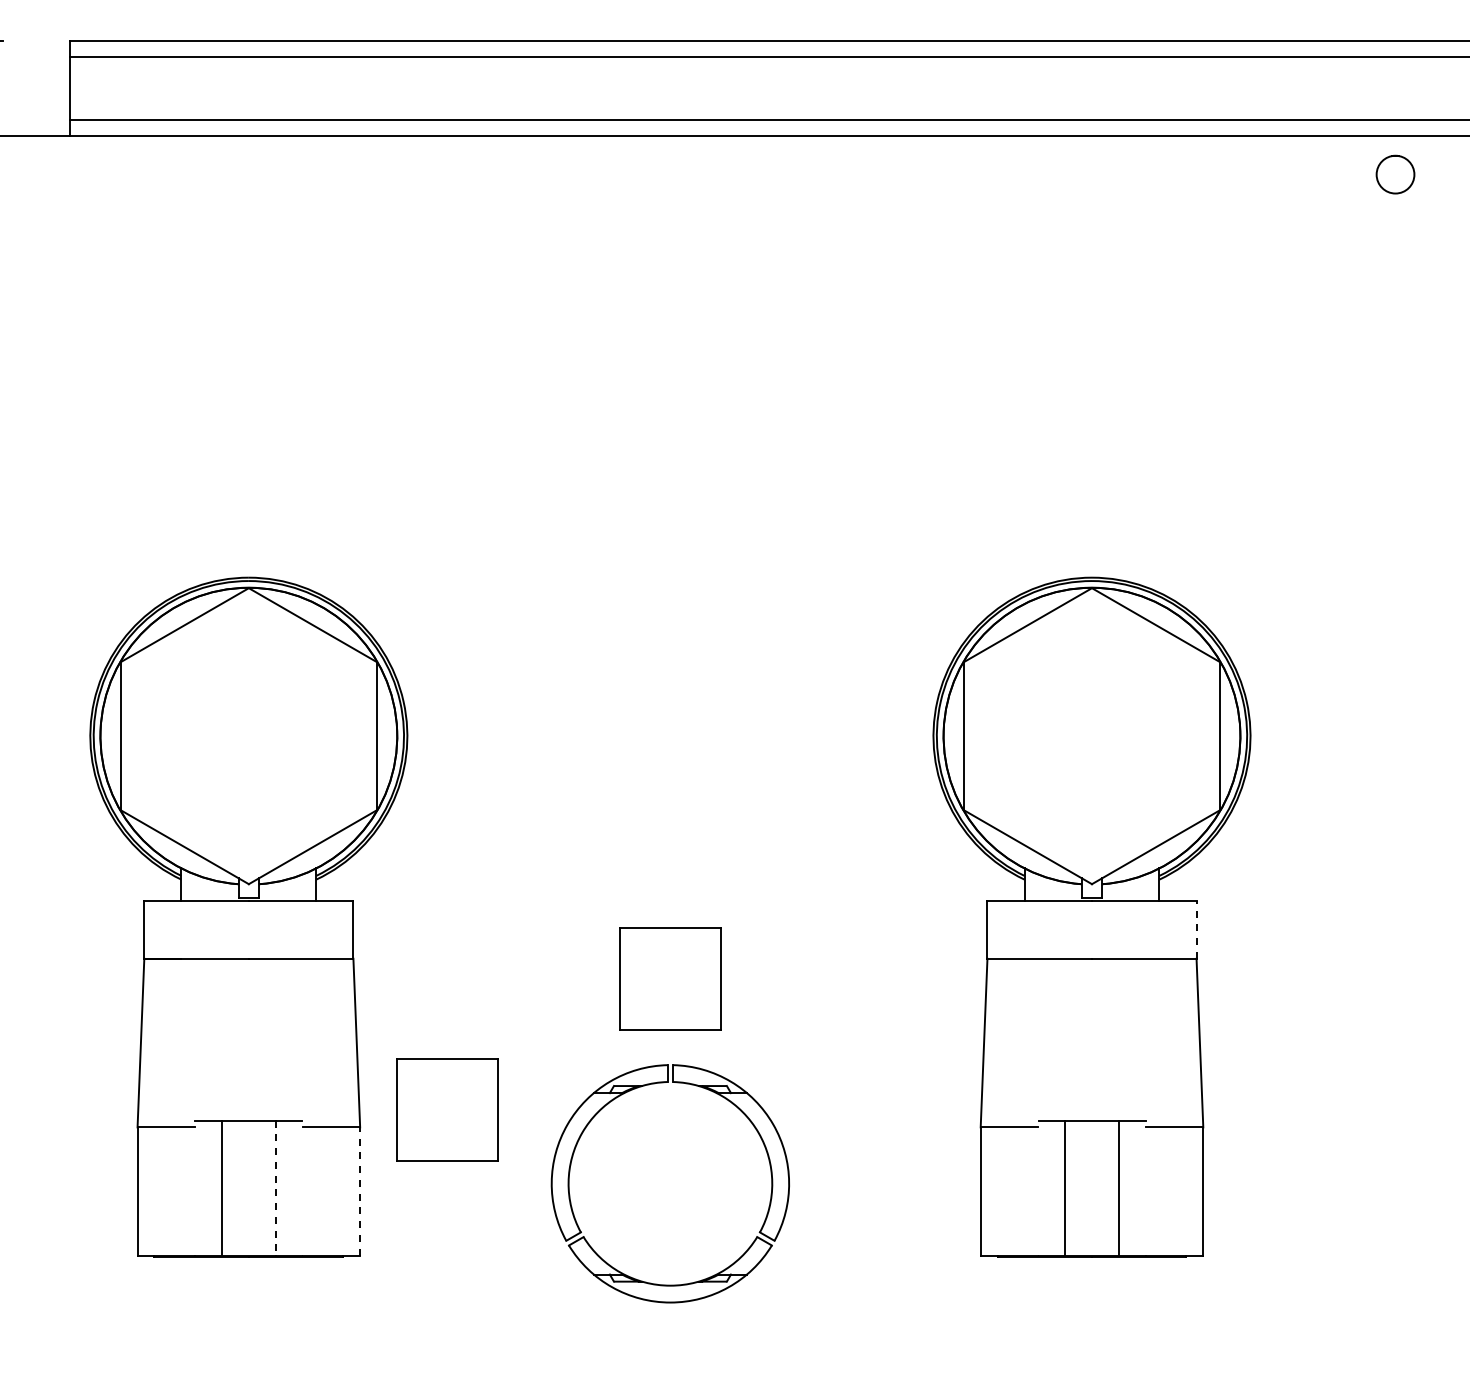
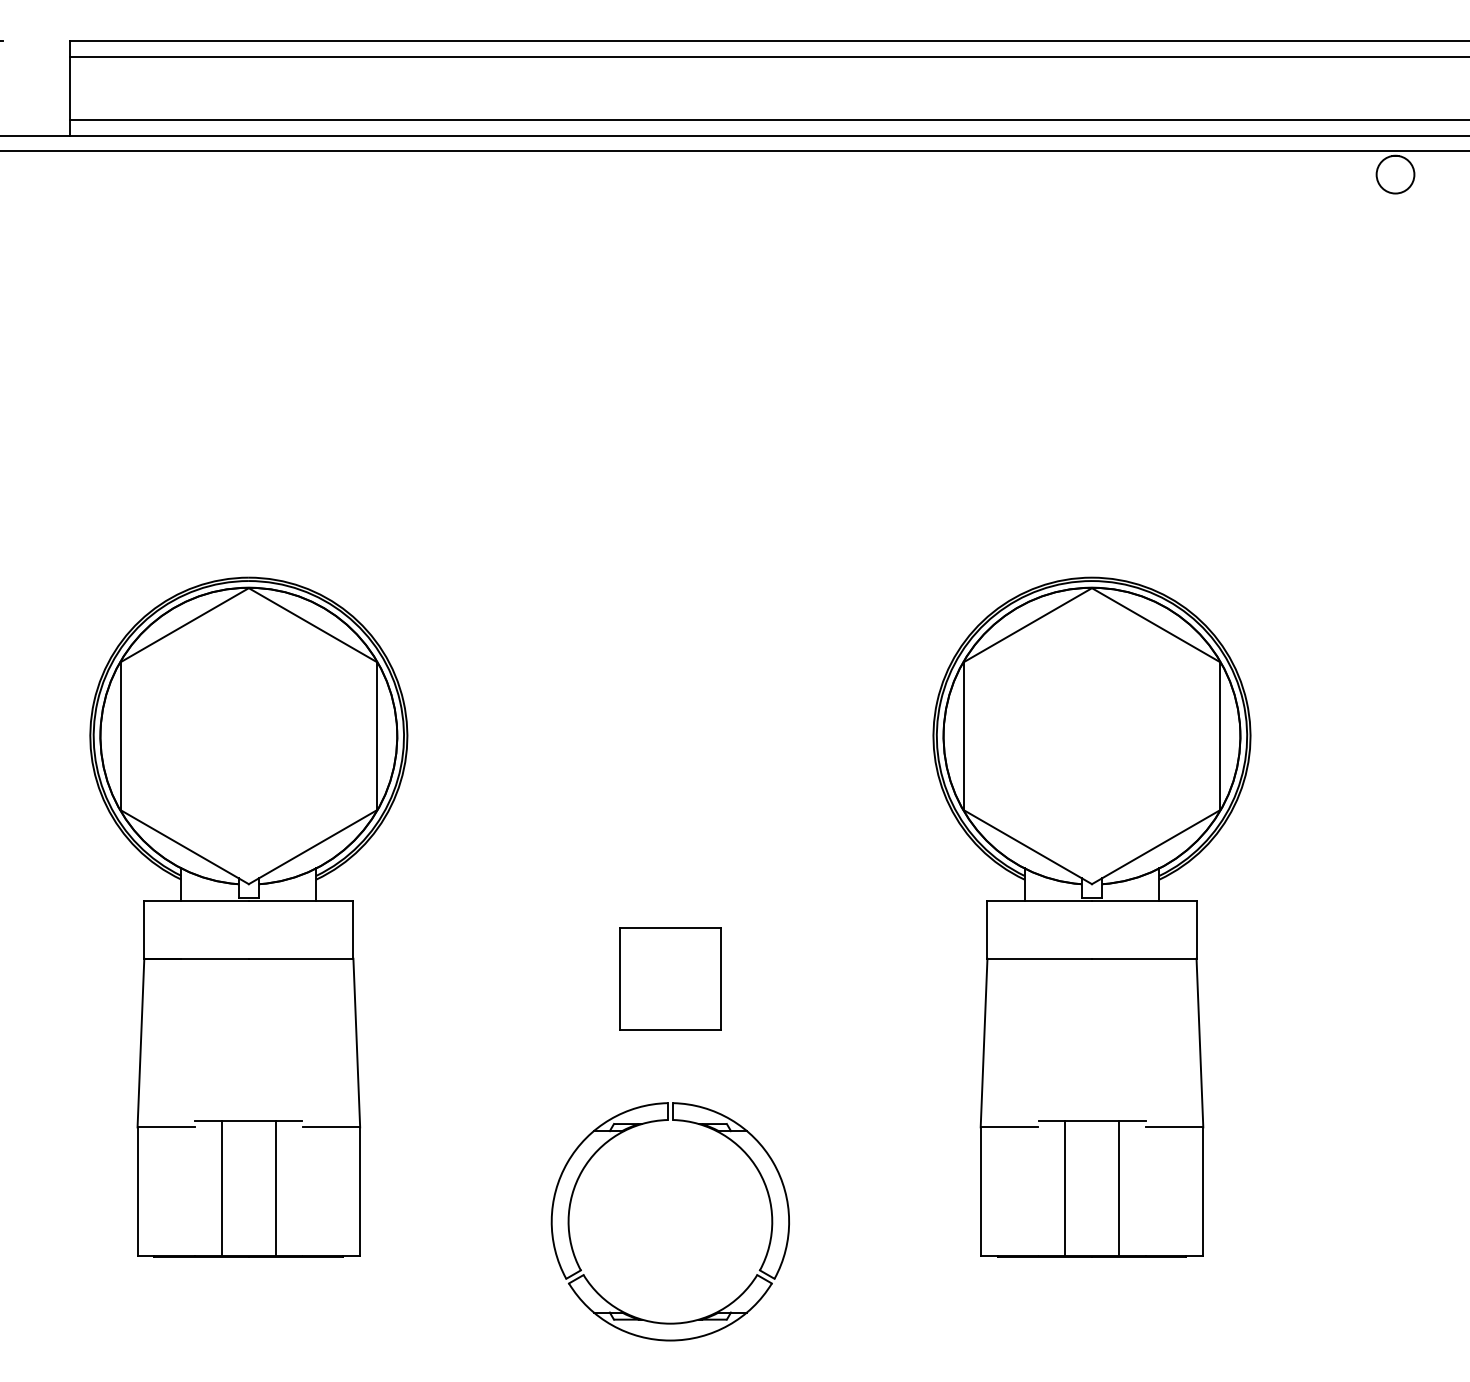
line at (734, 151): none -> present
line at (1196, 930): dashed -> solid
part at (447, 1109): present -> none
part at (577, 1145) position: (577, 1145) -> (577, 1183)
line at (275, 1188): dashed -> solid
line at (360, 1190): dashed -> solid
